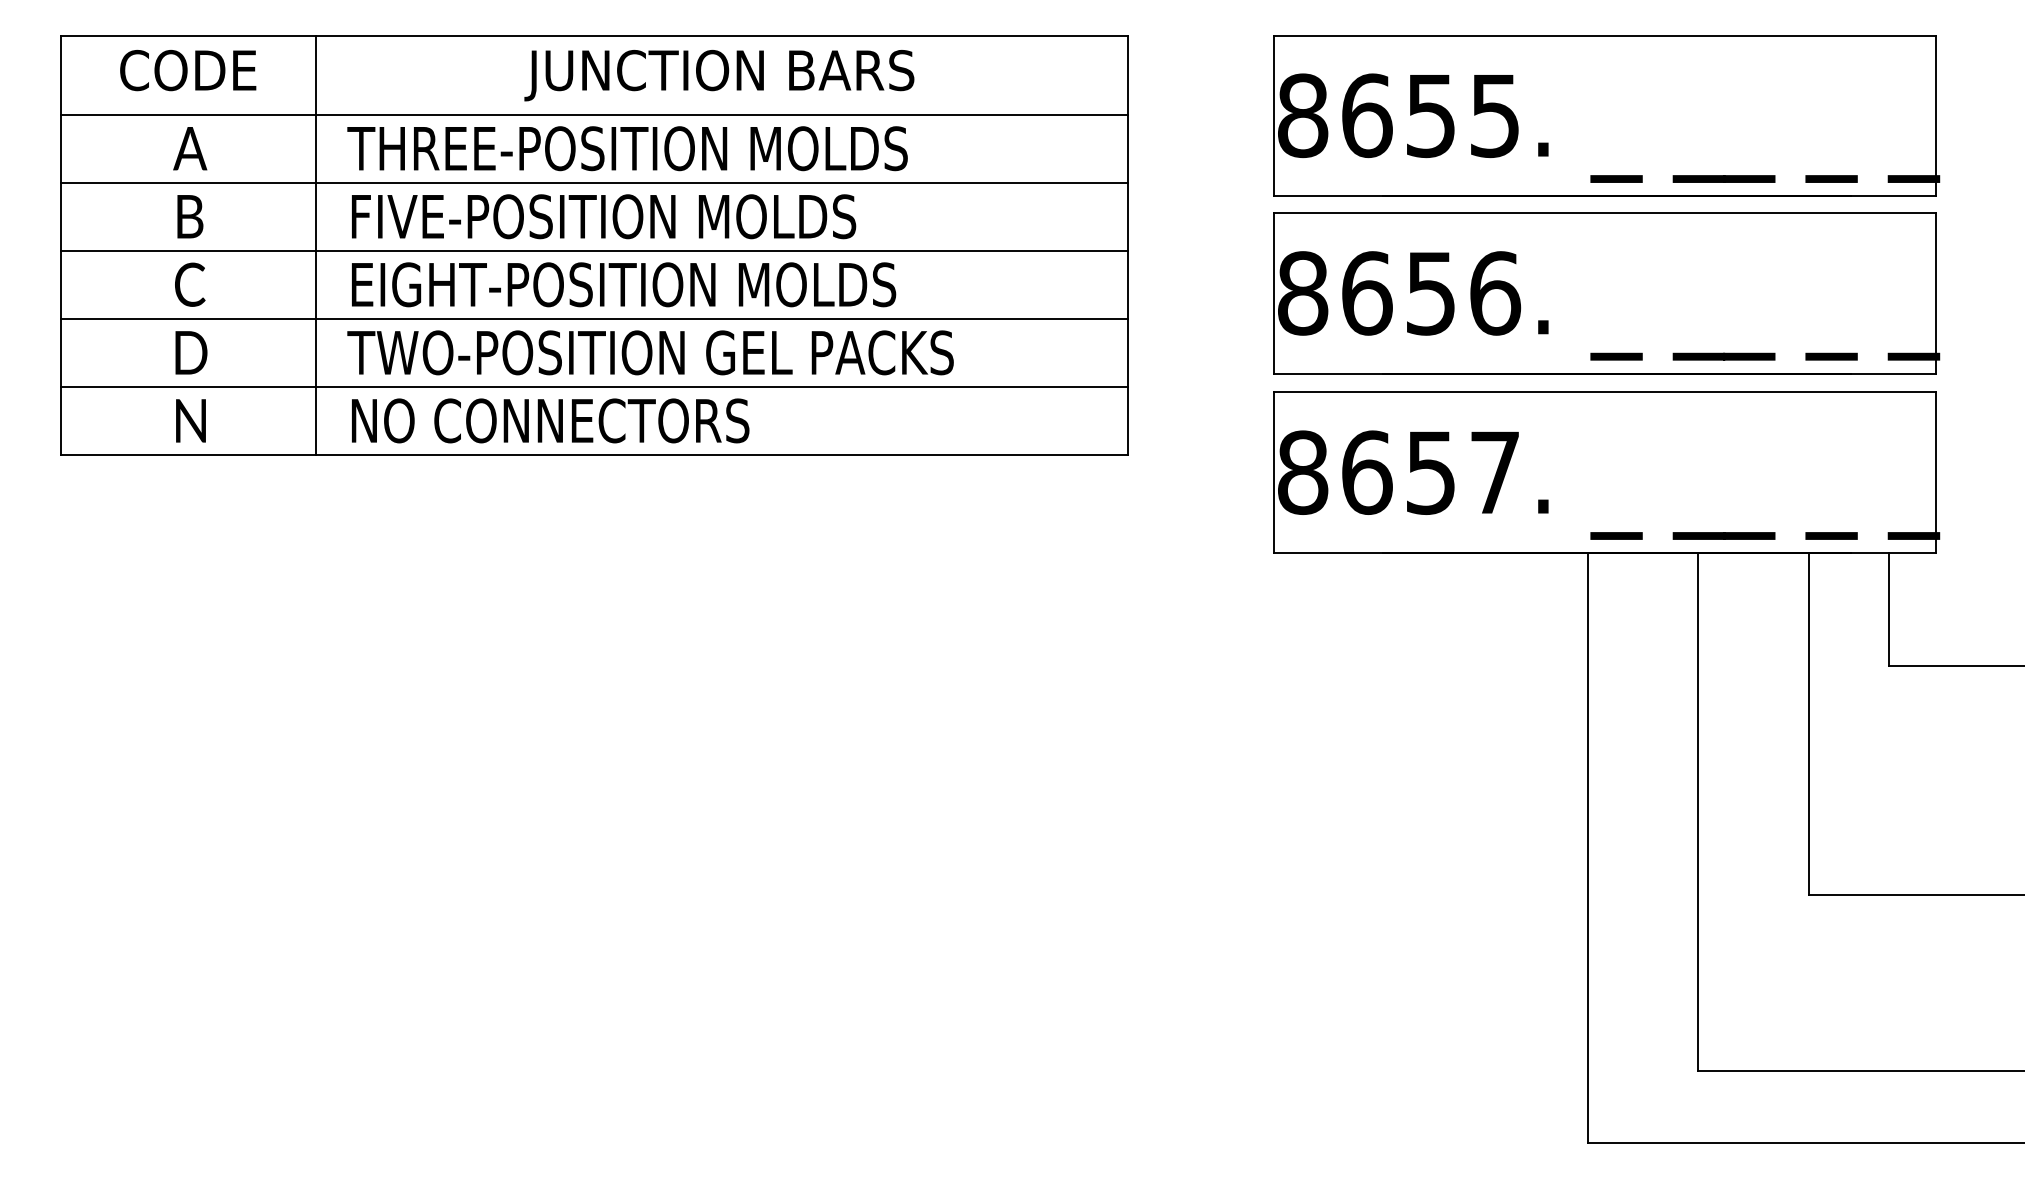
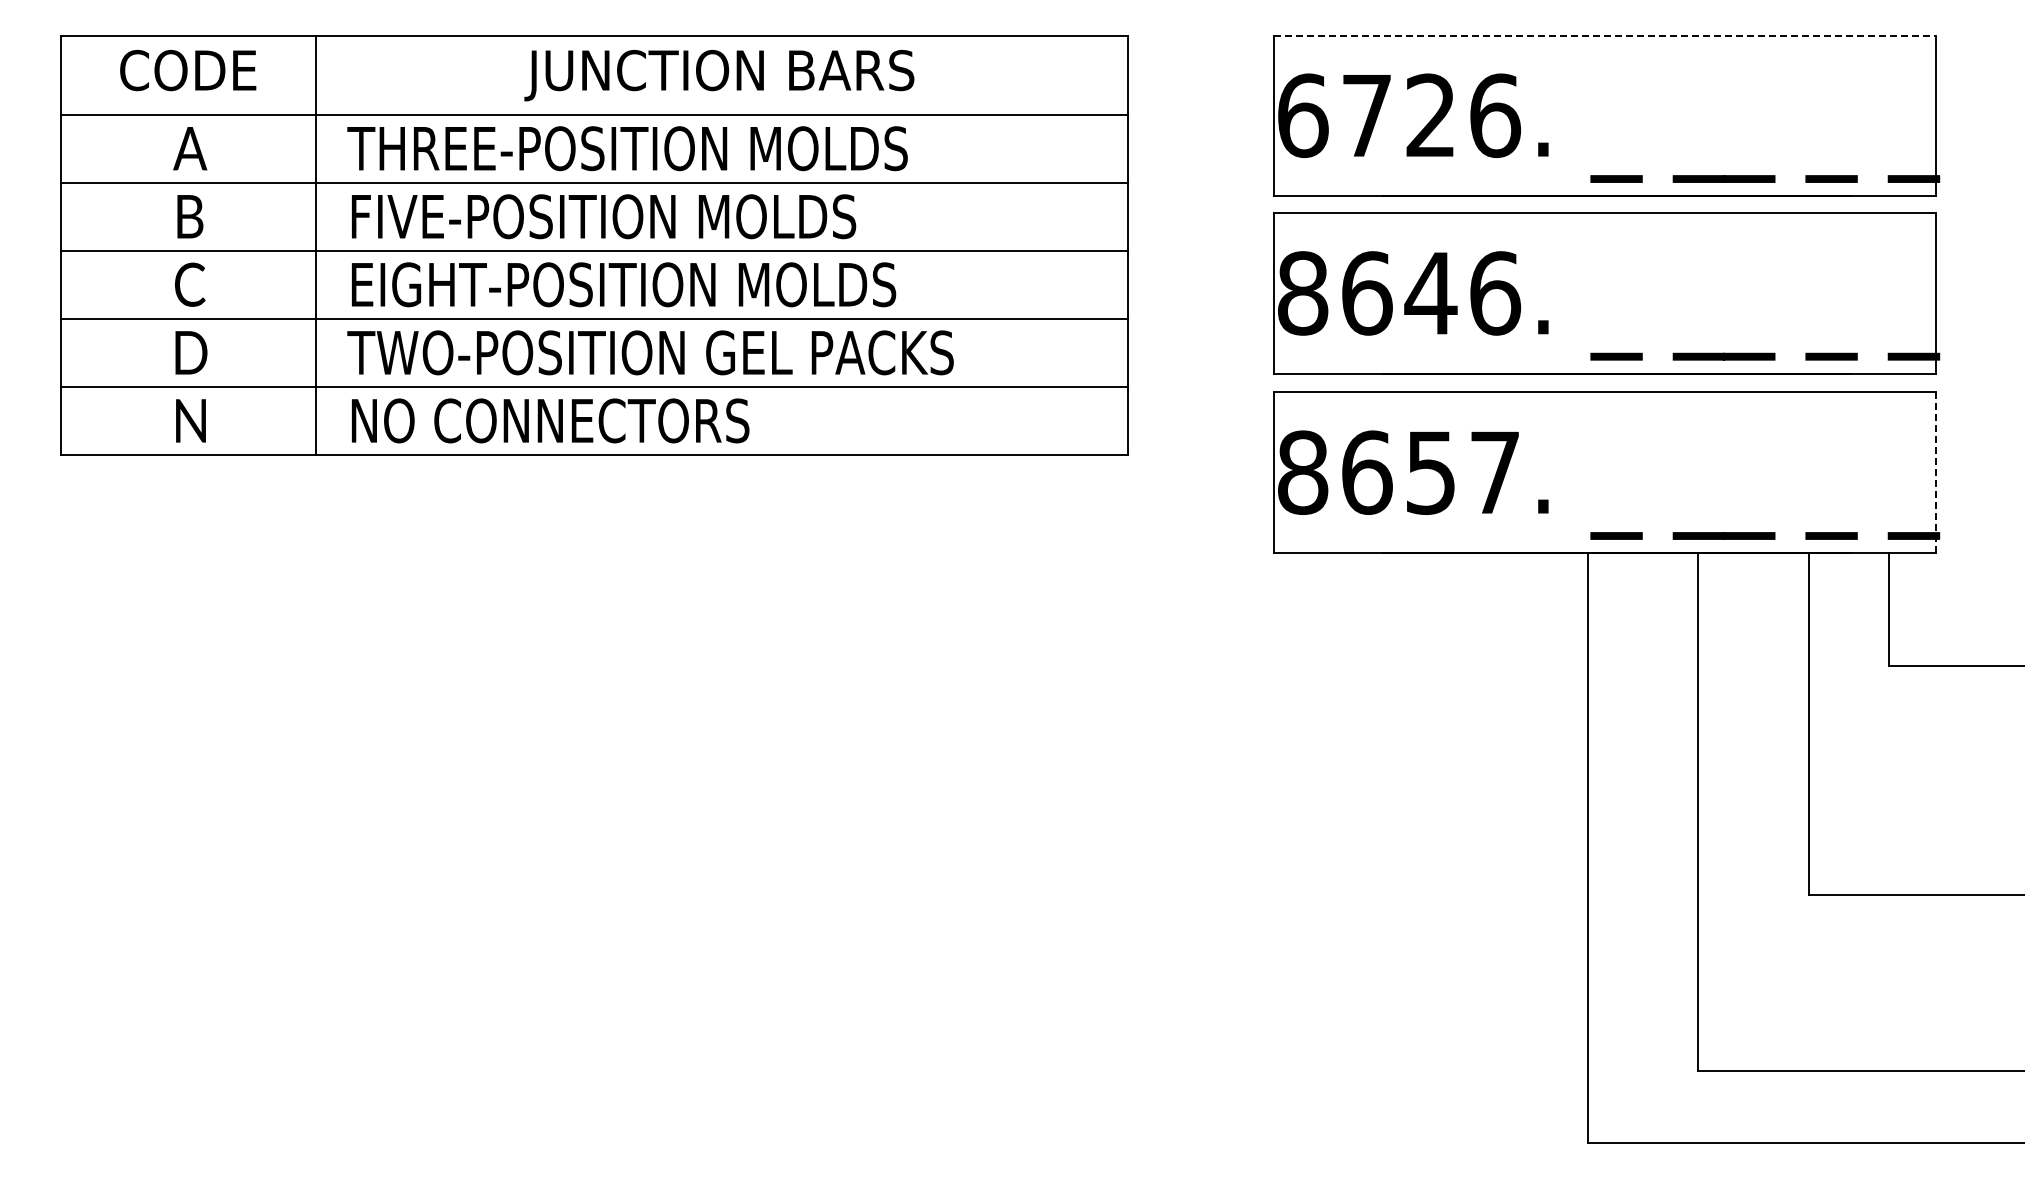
line at (1605, 35): solid -> dashed
text at (1399, 115): 8655. -> 6726.
text at (1430, 293): 8656. -> 8646.
line at (1936, 473): solid -> dashed
